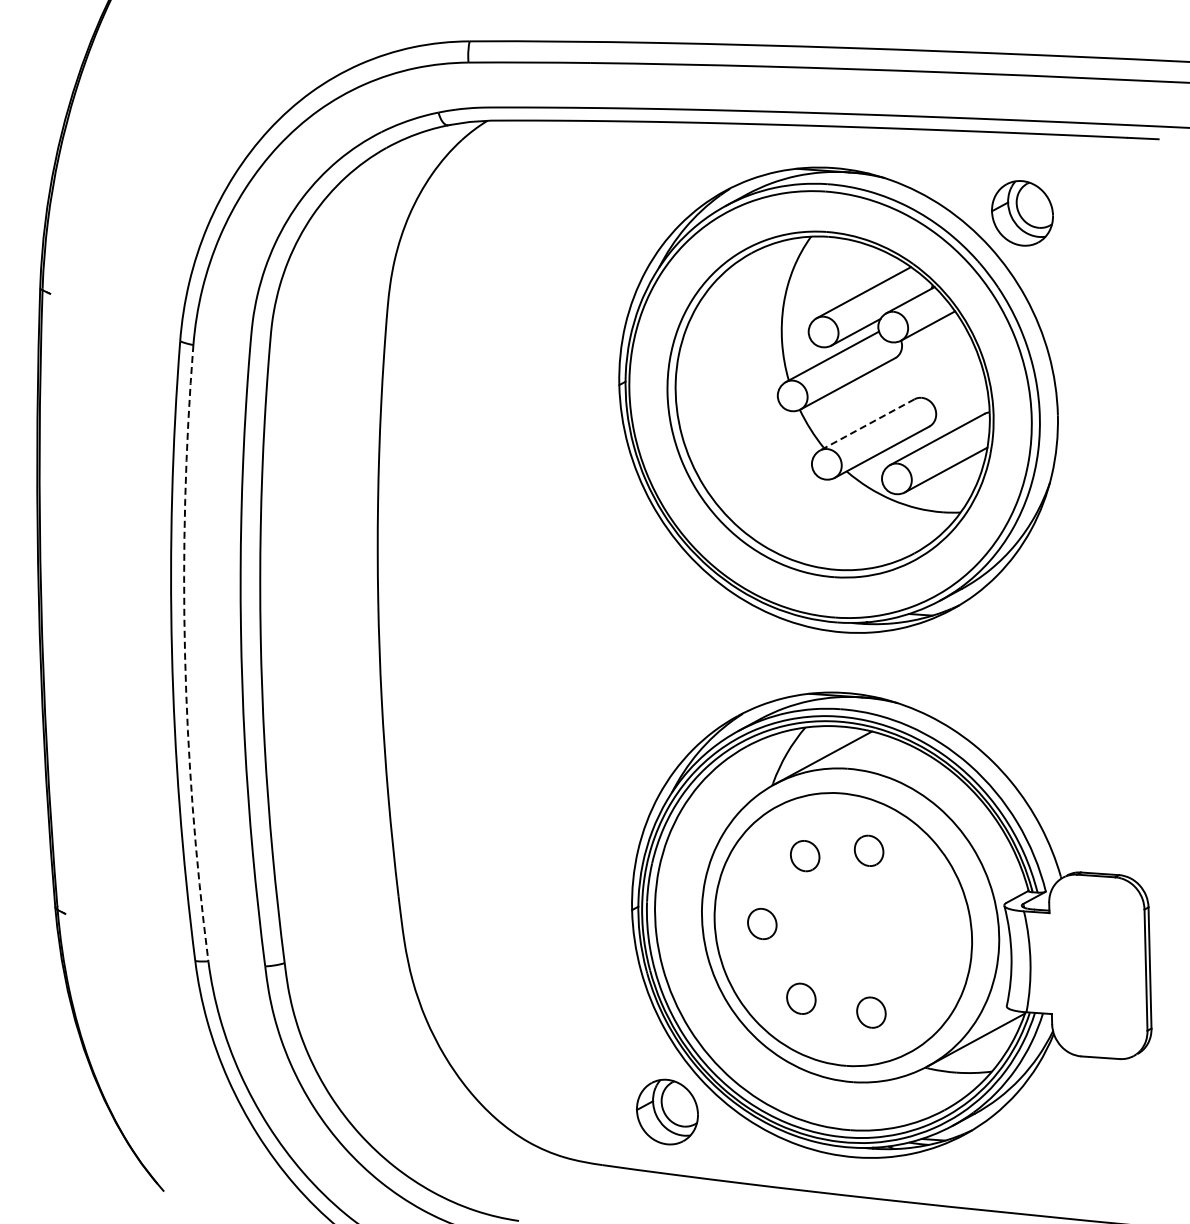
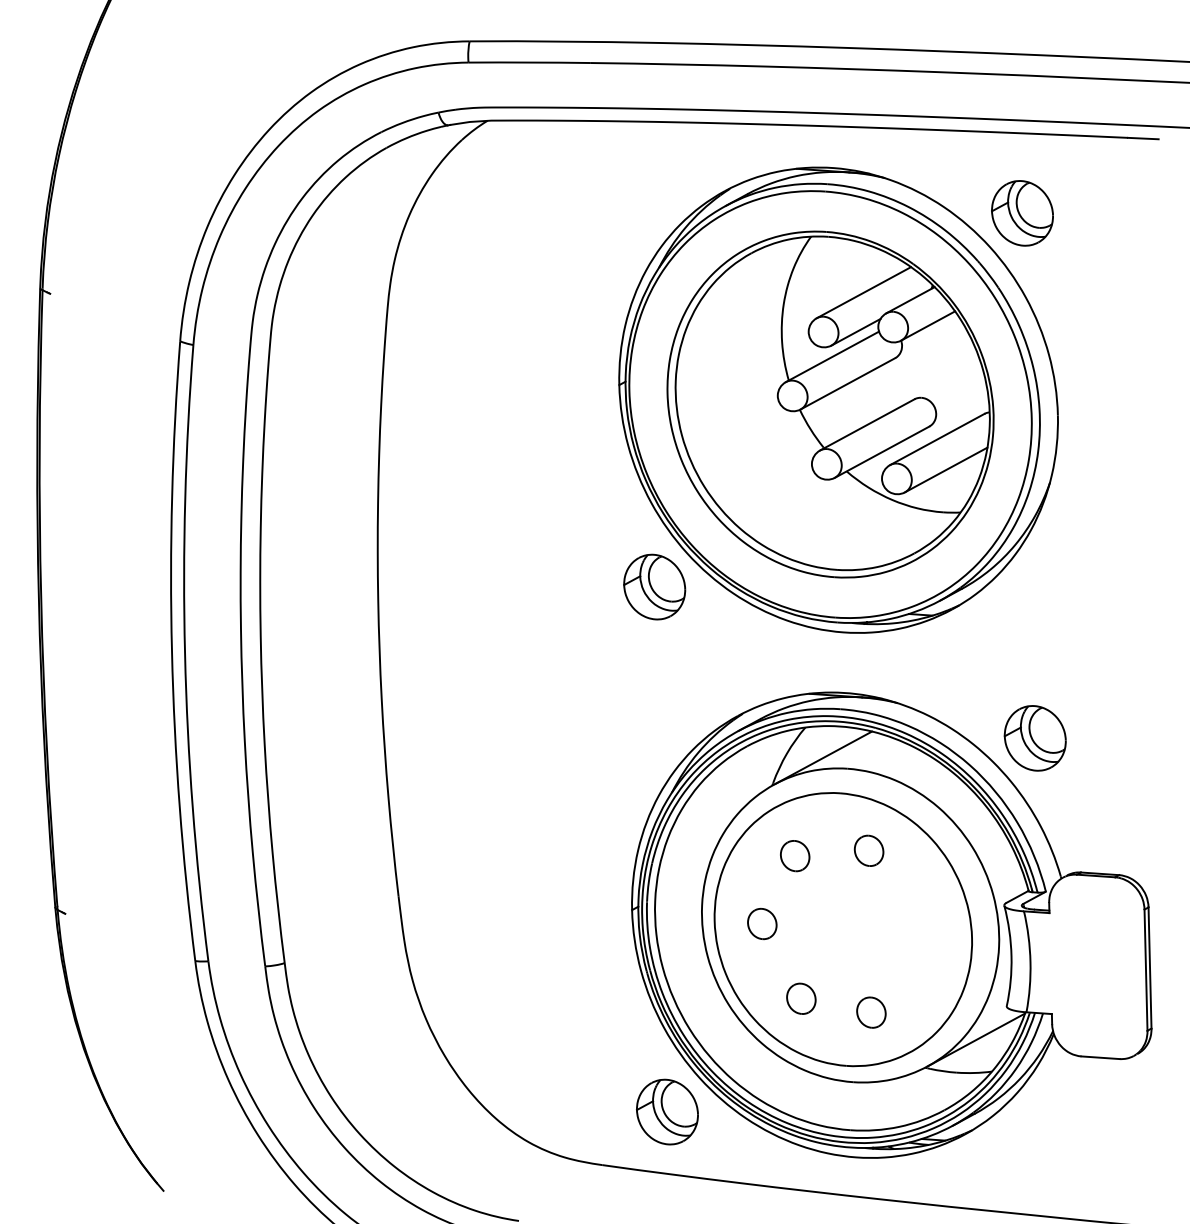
line at (867, 424): dashed -> solid
part at (654, 586): none -> present
arc at (185, 653): dashed -> solid
part at (1034, 738): none -> present
part at (805, 856) position: (805, 856) -> (795, 856)
